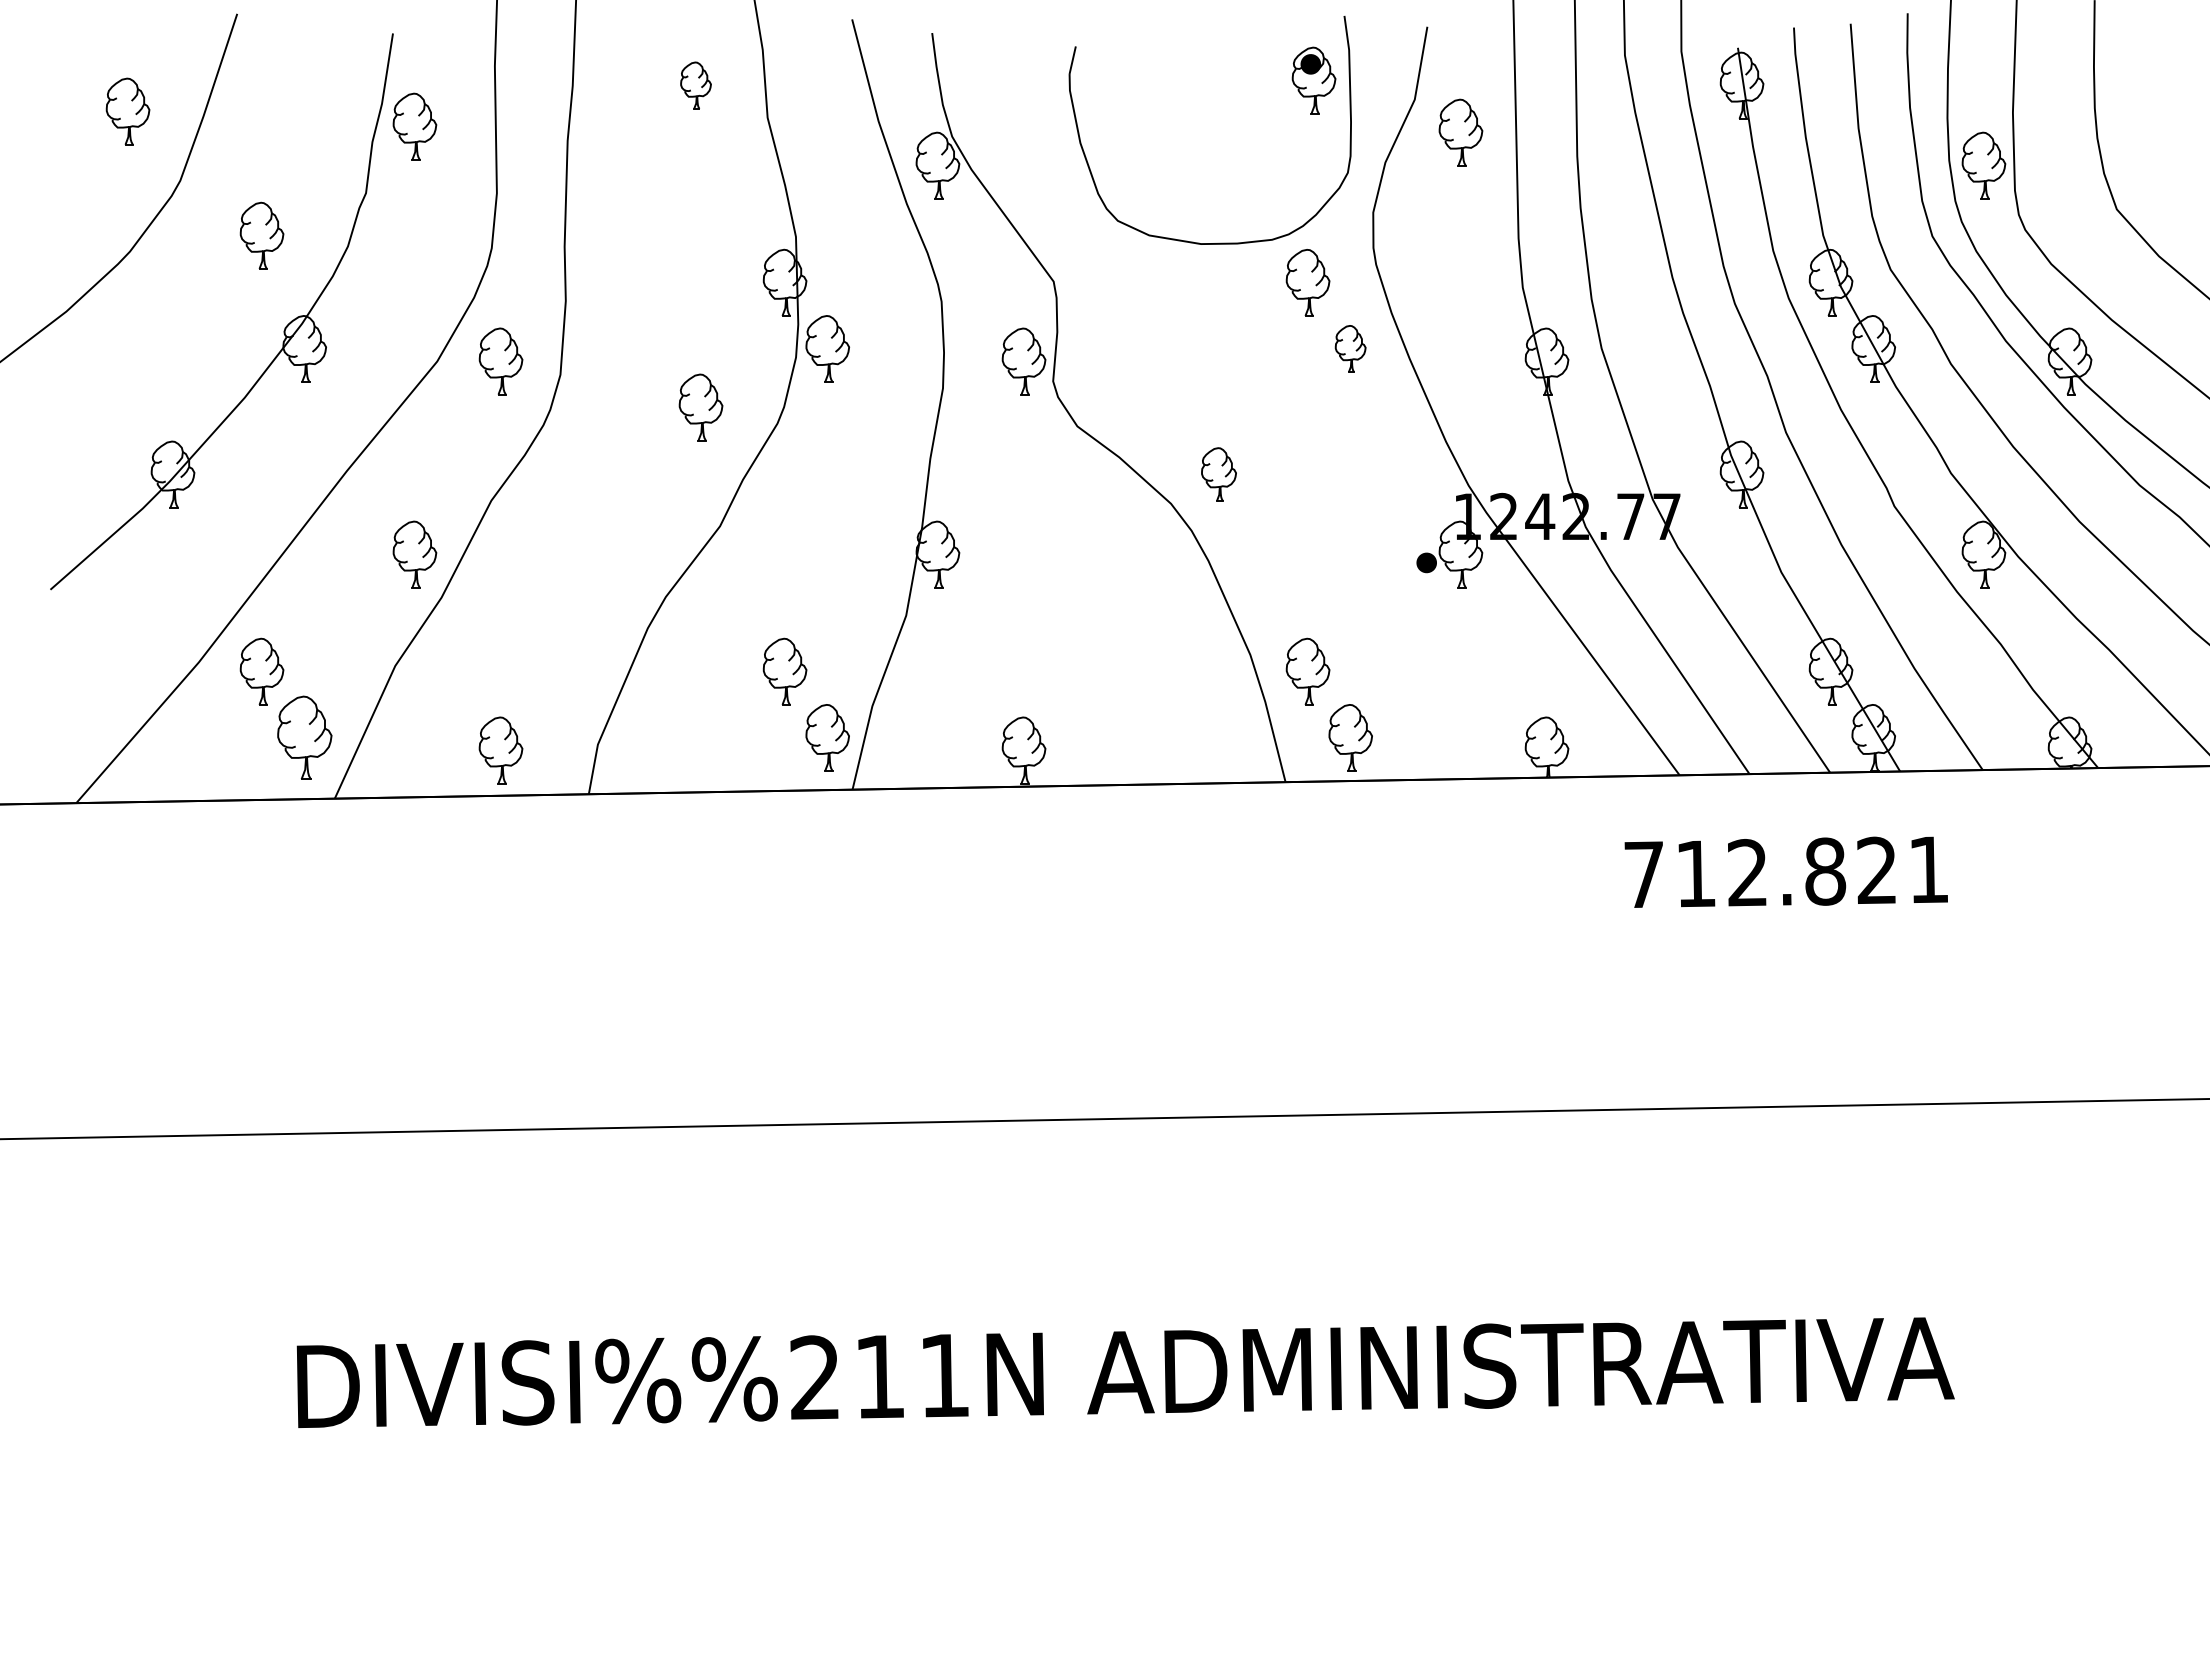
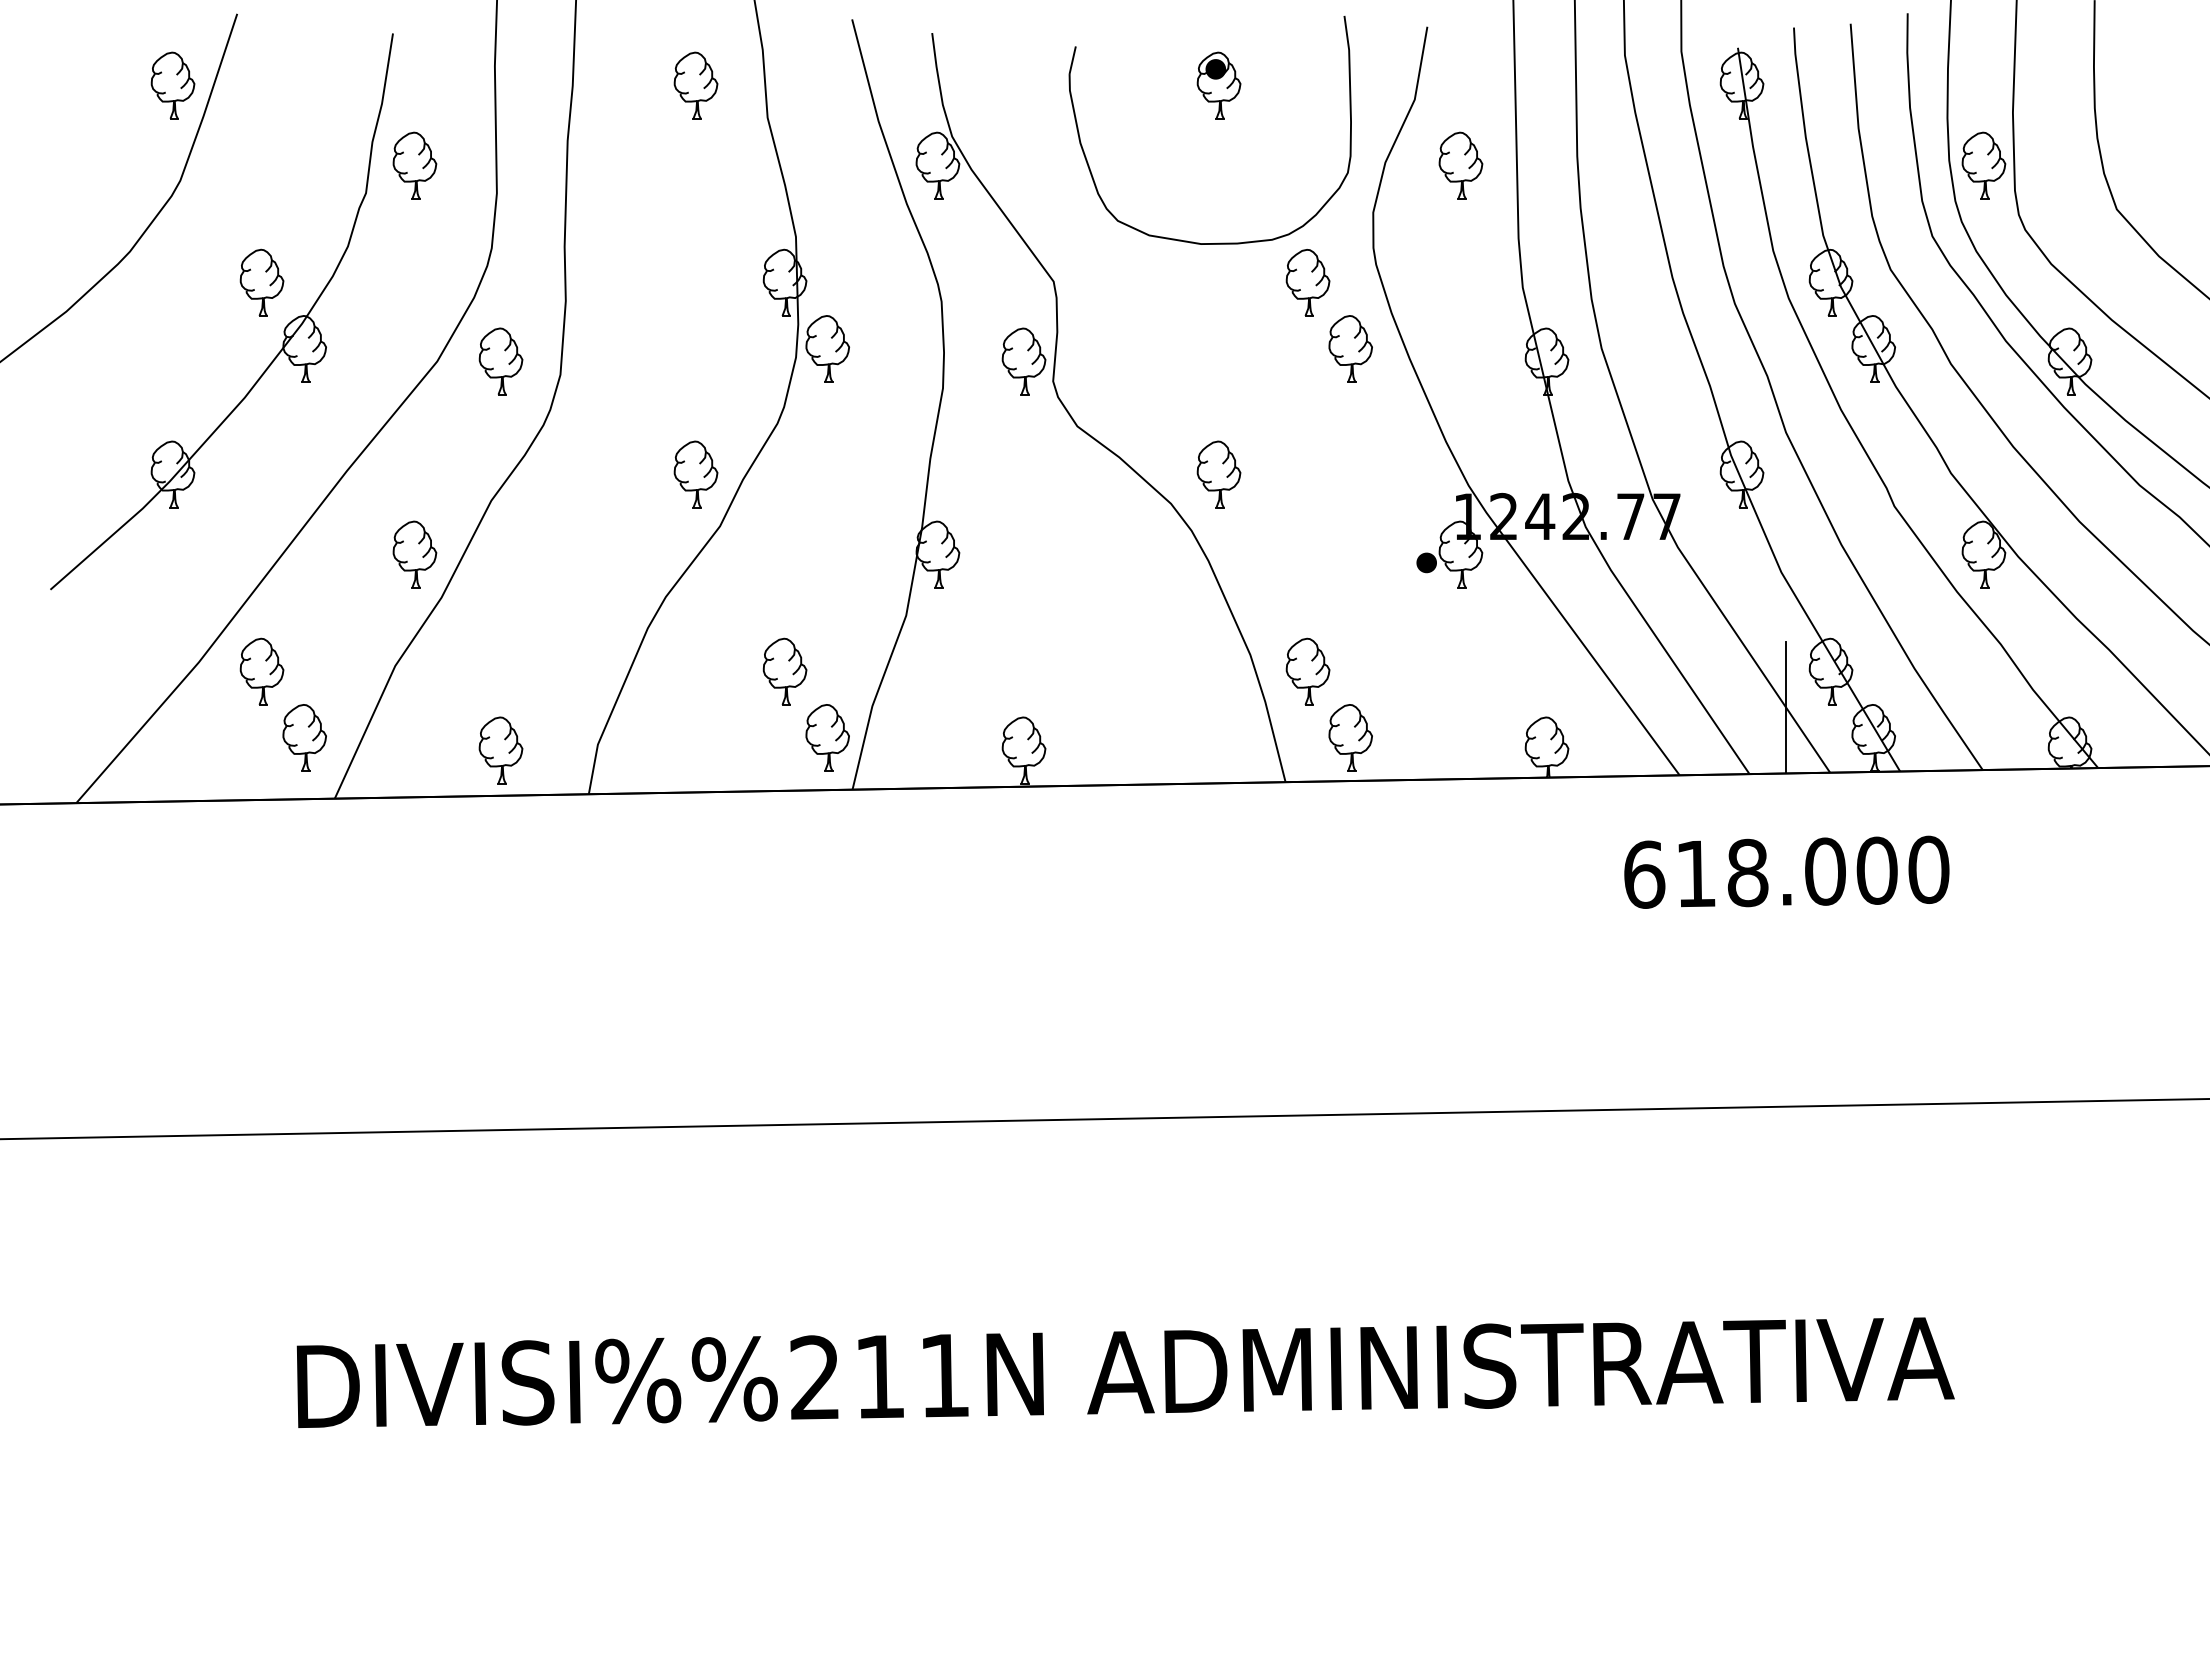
part at (1313, 80) position: (1313, 80) -> (1218, 85)
part at (695, 85) size: 32x49 px -> 46x69 px
part at (127, 111) position: (127, 111) -> (172, 85)
part at (414, 126) position: (414, 126) -> (414, 165)
part at (1460, 132) position: (1460, 132) -> (1460, 165)
part at (261, 235) position: (261, 235) -> (261, 282)
part at (1350, 348) size: 33x48 px -> 45x68 px
part at (700, 407) position: (700, 407) -> (695, 474)
part at (1218, 474) size: 36x55 px -> 46x69 px
line at (1786, 707): none -> present
part at (304, 737) size: 56x85 px -> 45x68 px
text at (1786, 871): 712.821 -> 618.000
